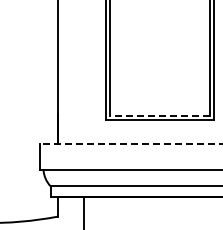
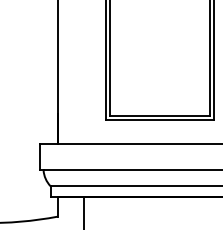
line at (159, 115): dashed -> solid
line at (130, 143): dashed -> solid
